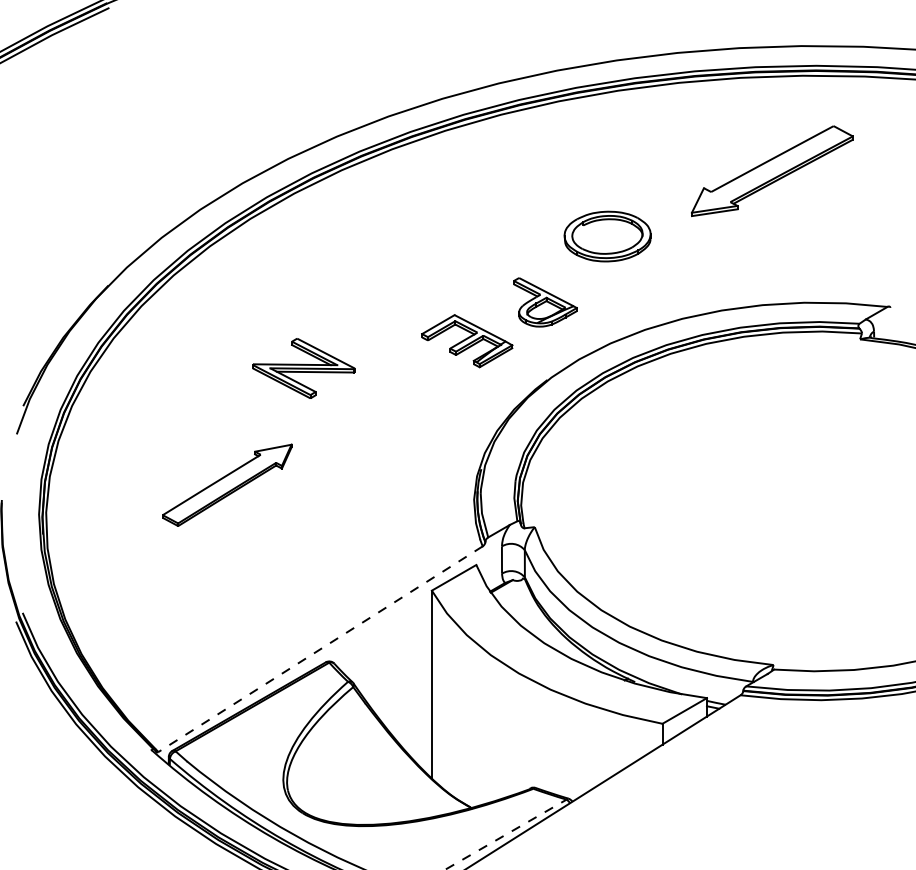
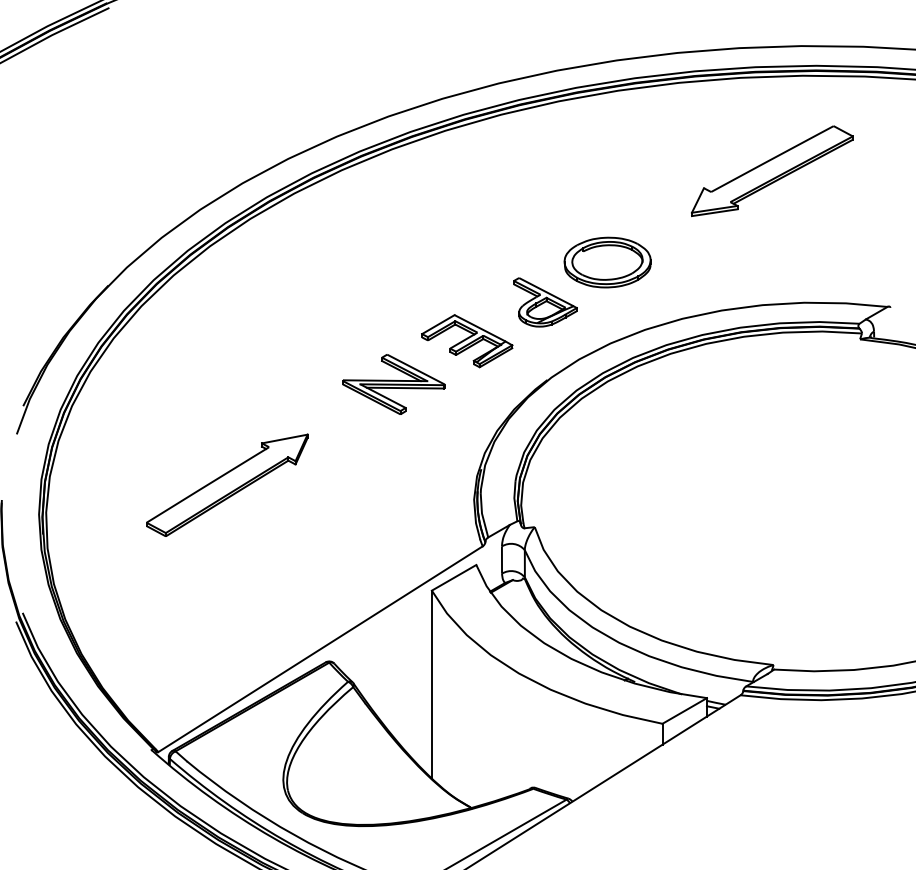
part at (607, 236) position: (607, 236) -> (607, 262)
part at (303, 368) position: (303, 368) -> (393, 384)
part at (227, 484) size: 131x84 px -> 163x104 px
line at (320, 649): dashed -> solid
line at (506, 834): dashed -> solid
